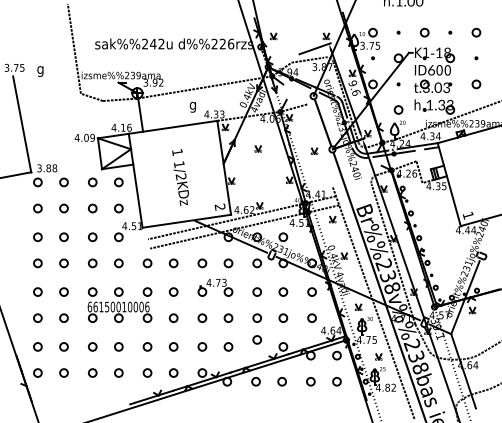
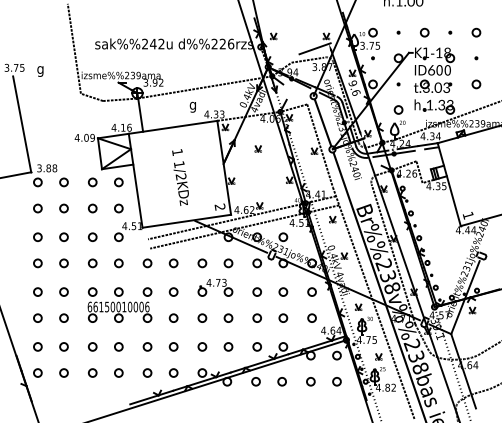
line at (319, 145): none -> present
circle at (256, 339) position: (256, 339) -> (256, 346)
